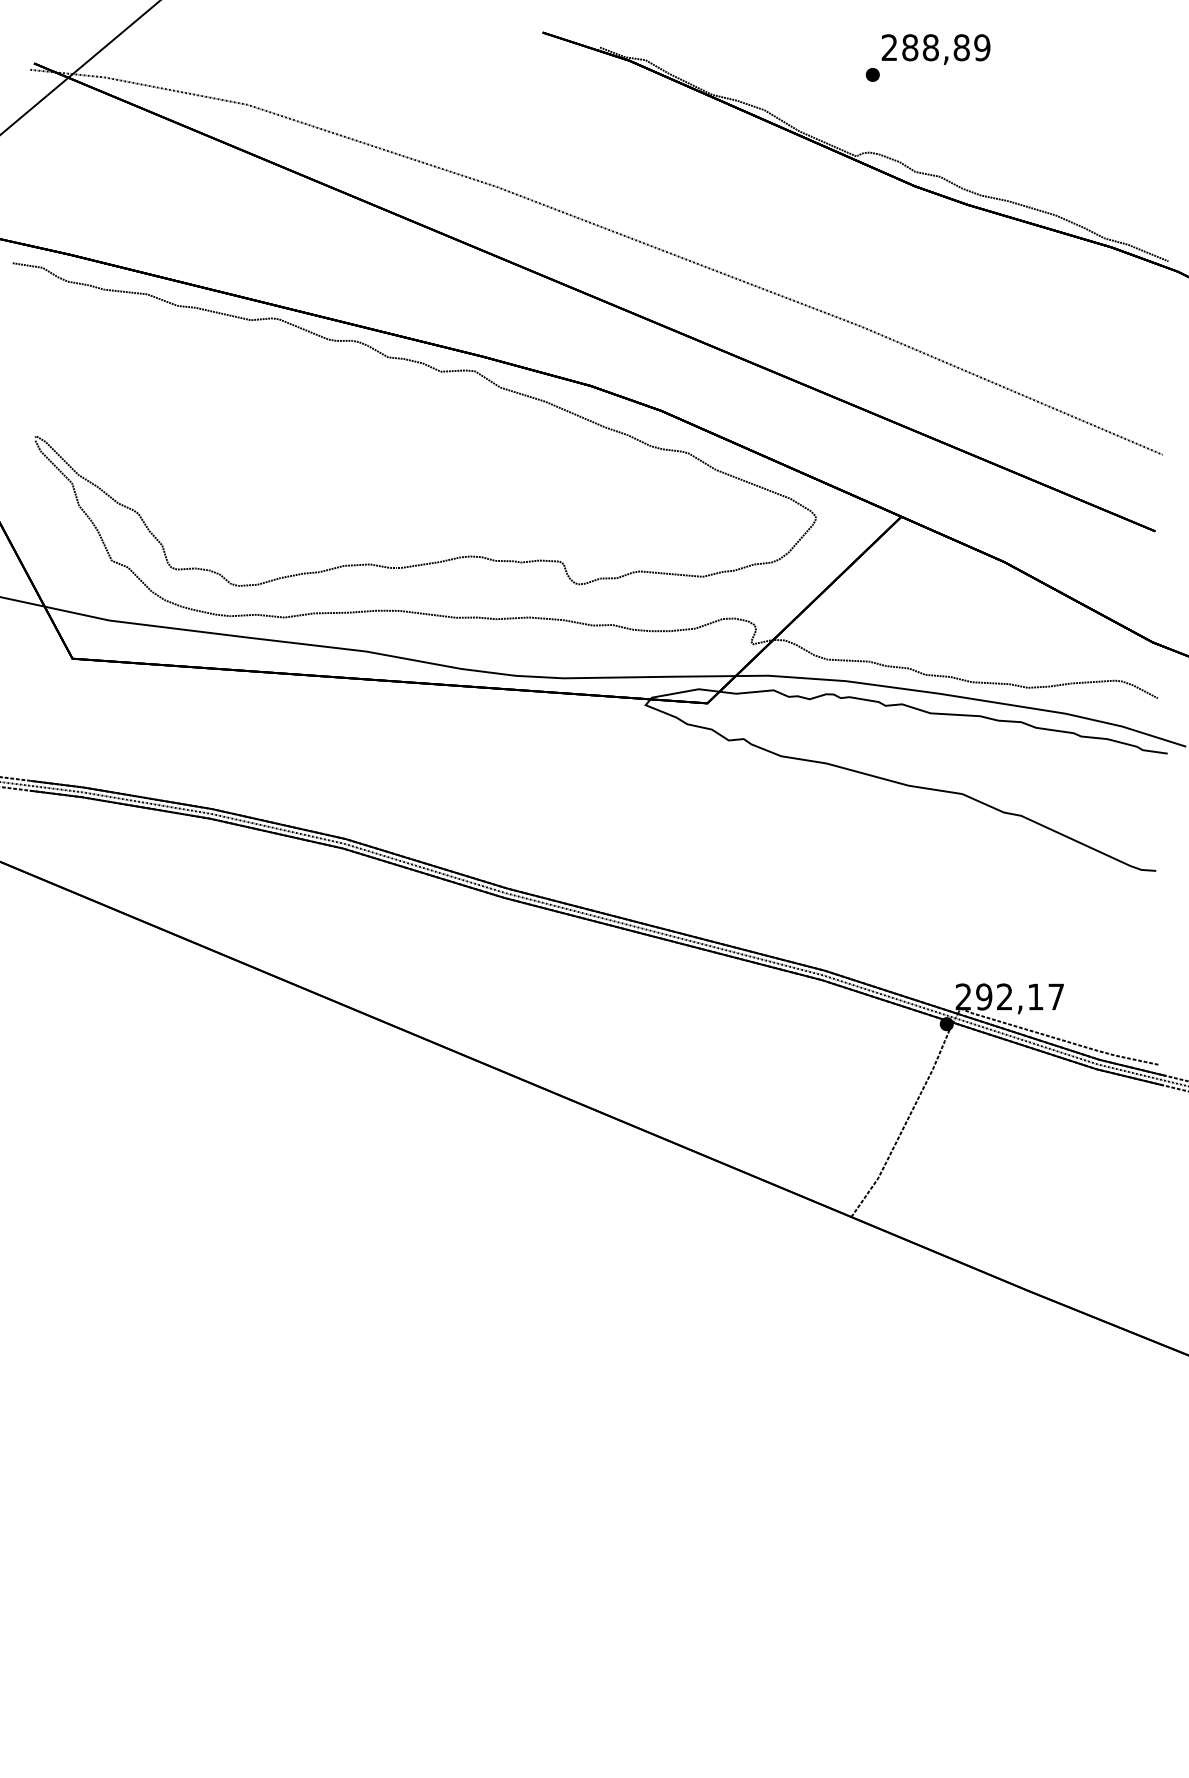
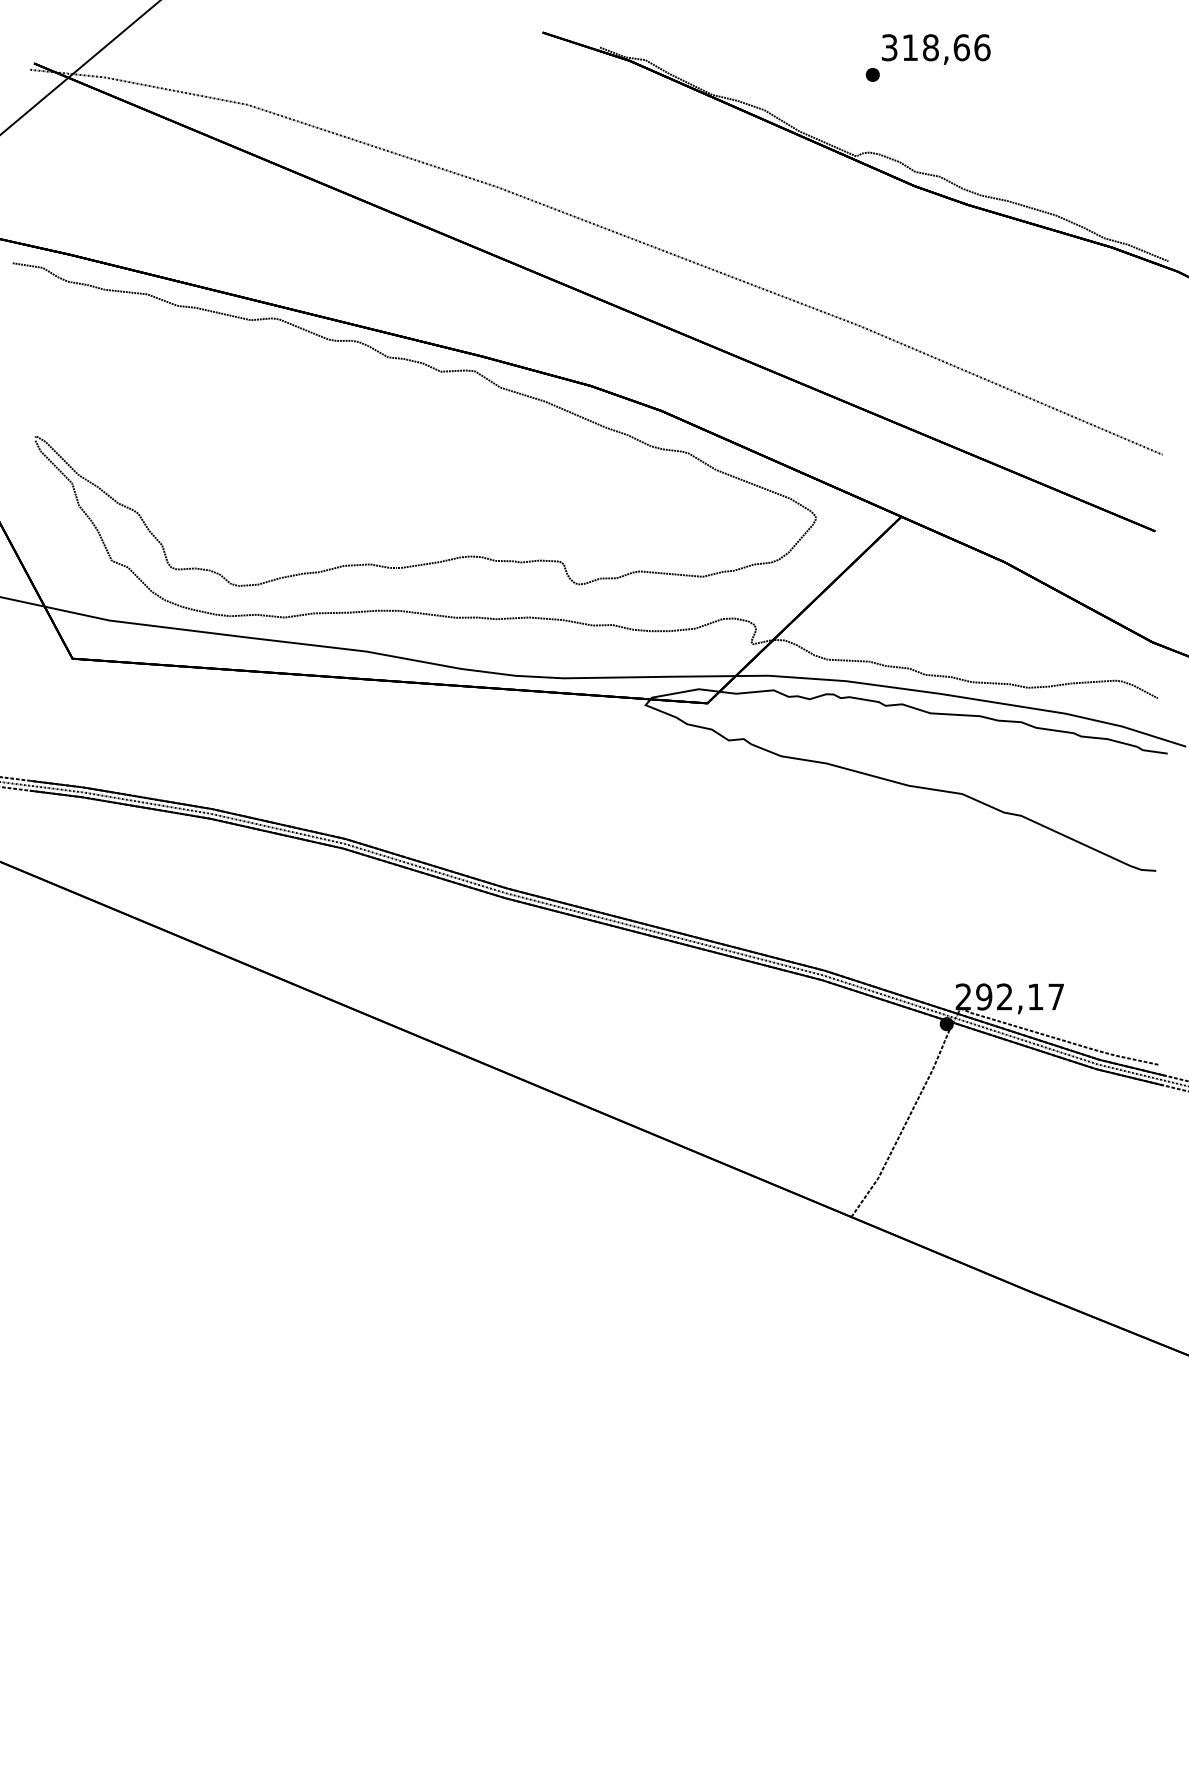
text at (935, 47): 288,89 -> 318,66
